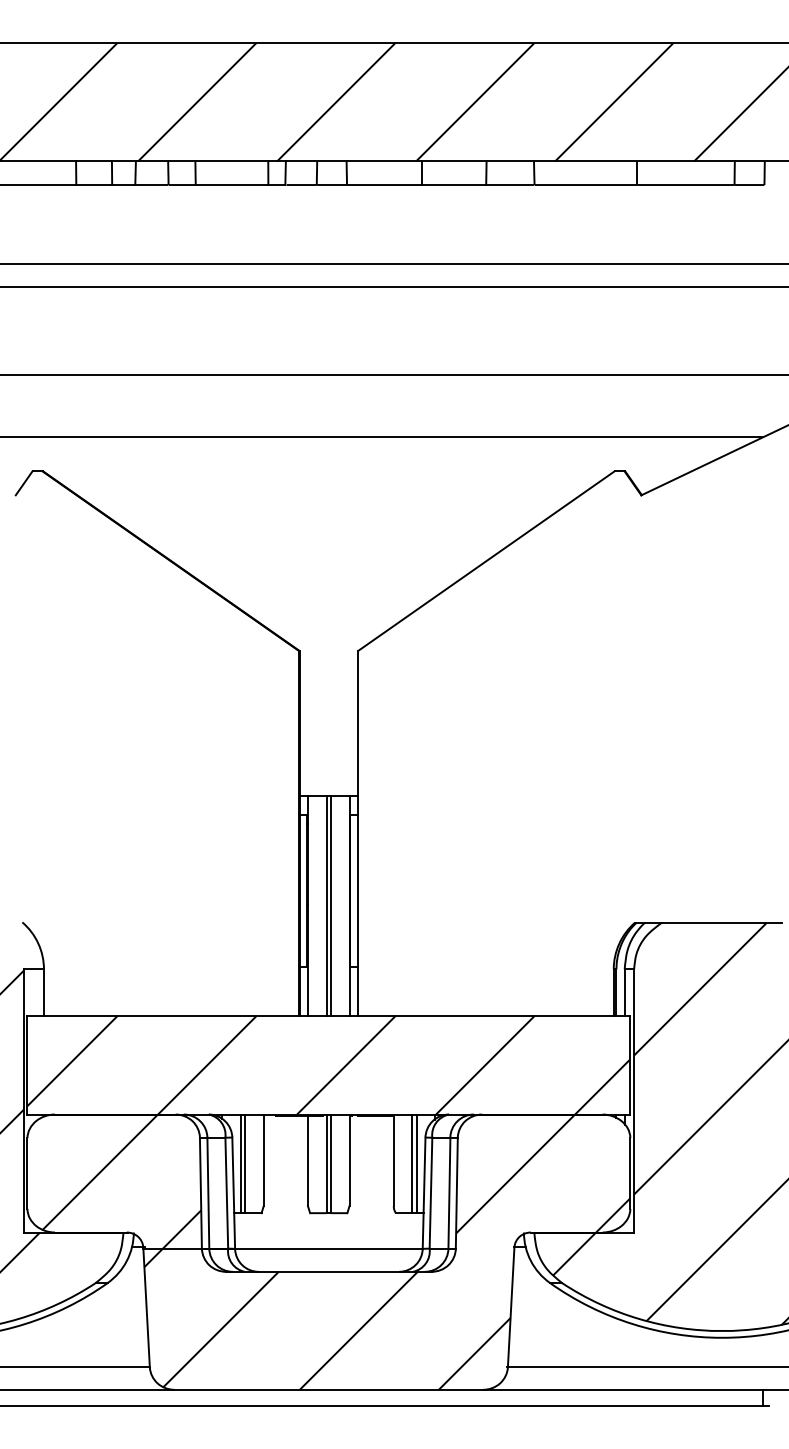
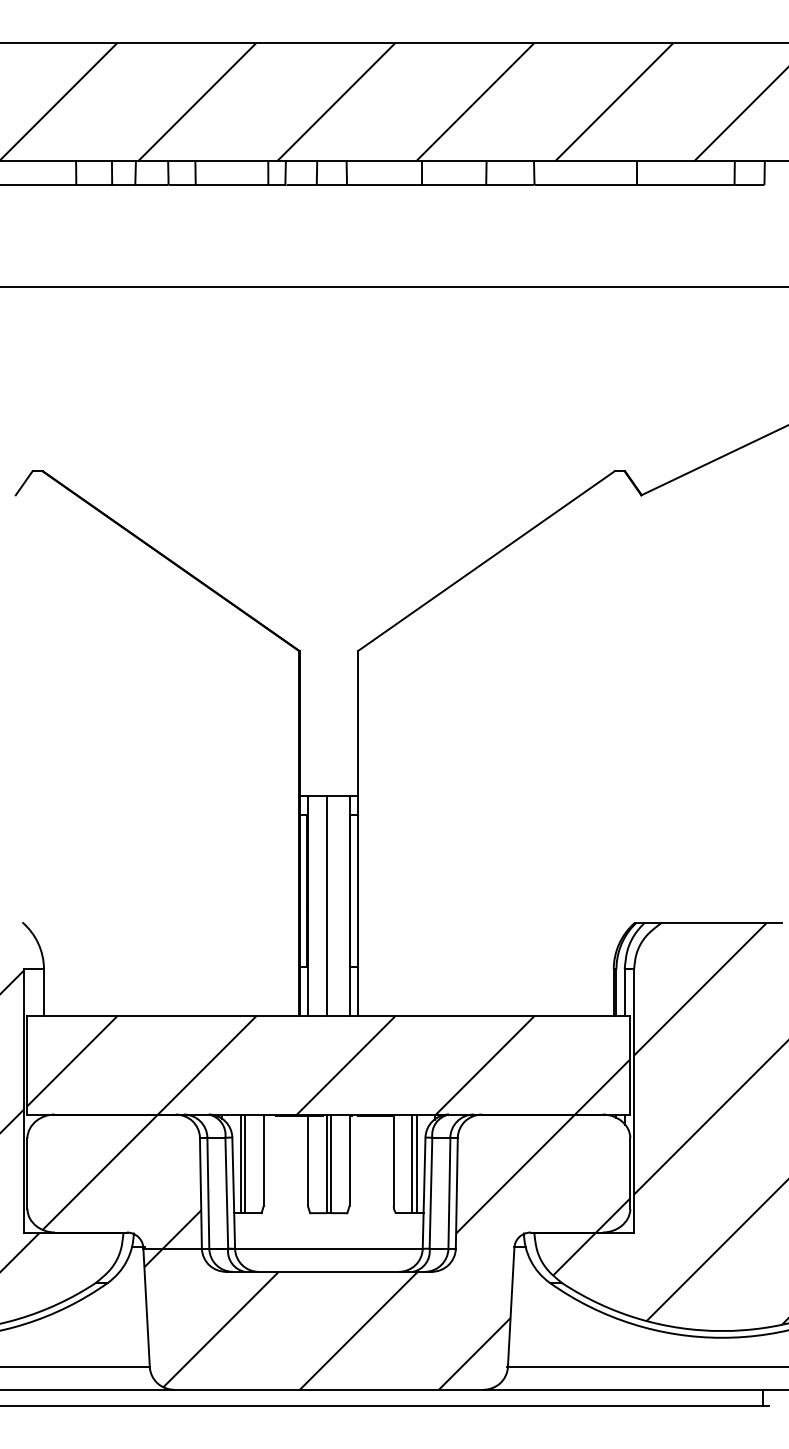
line at (393, 264): present -> none
line at (393, 375): present -> none
line at (382, 437): present -> none
line at (330, 906): present -> none
